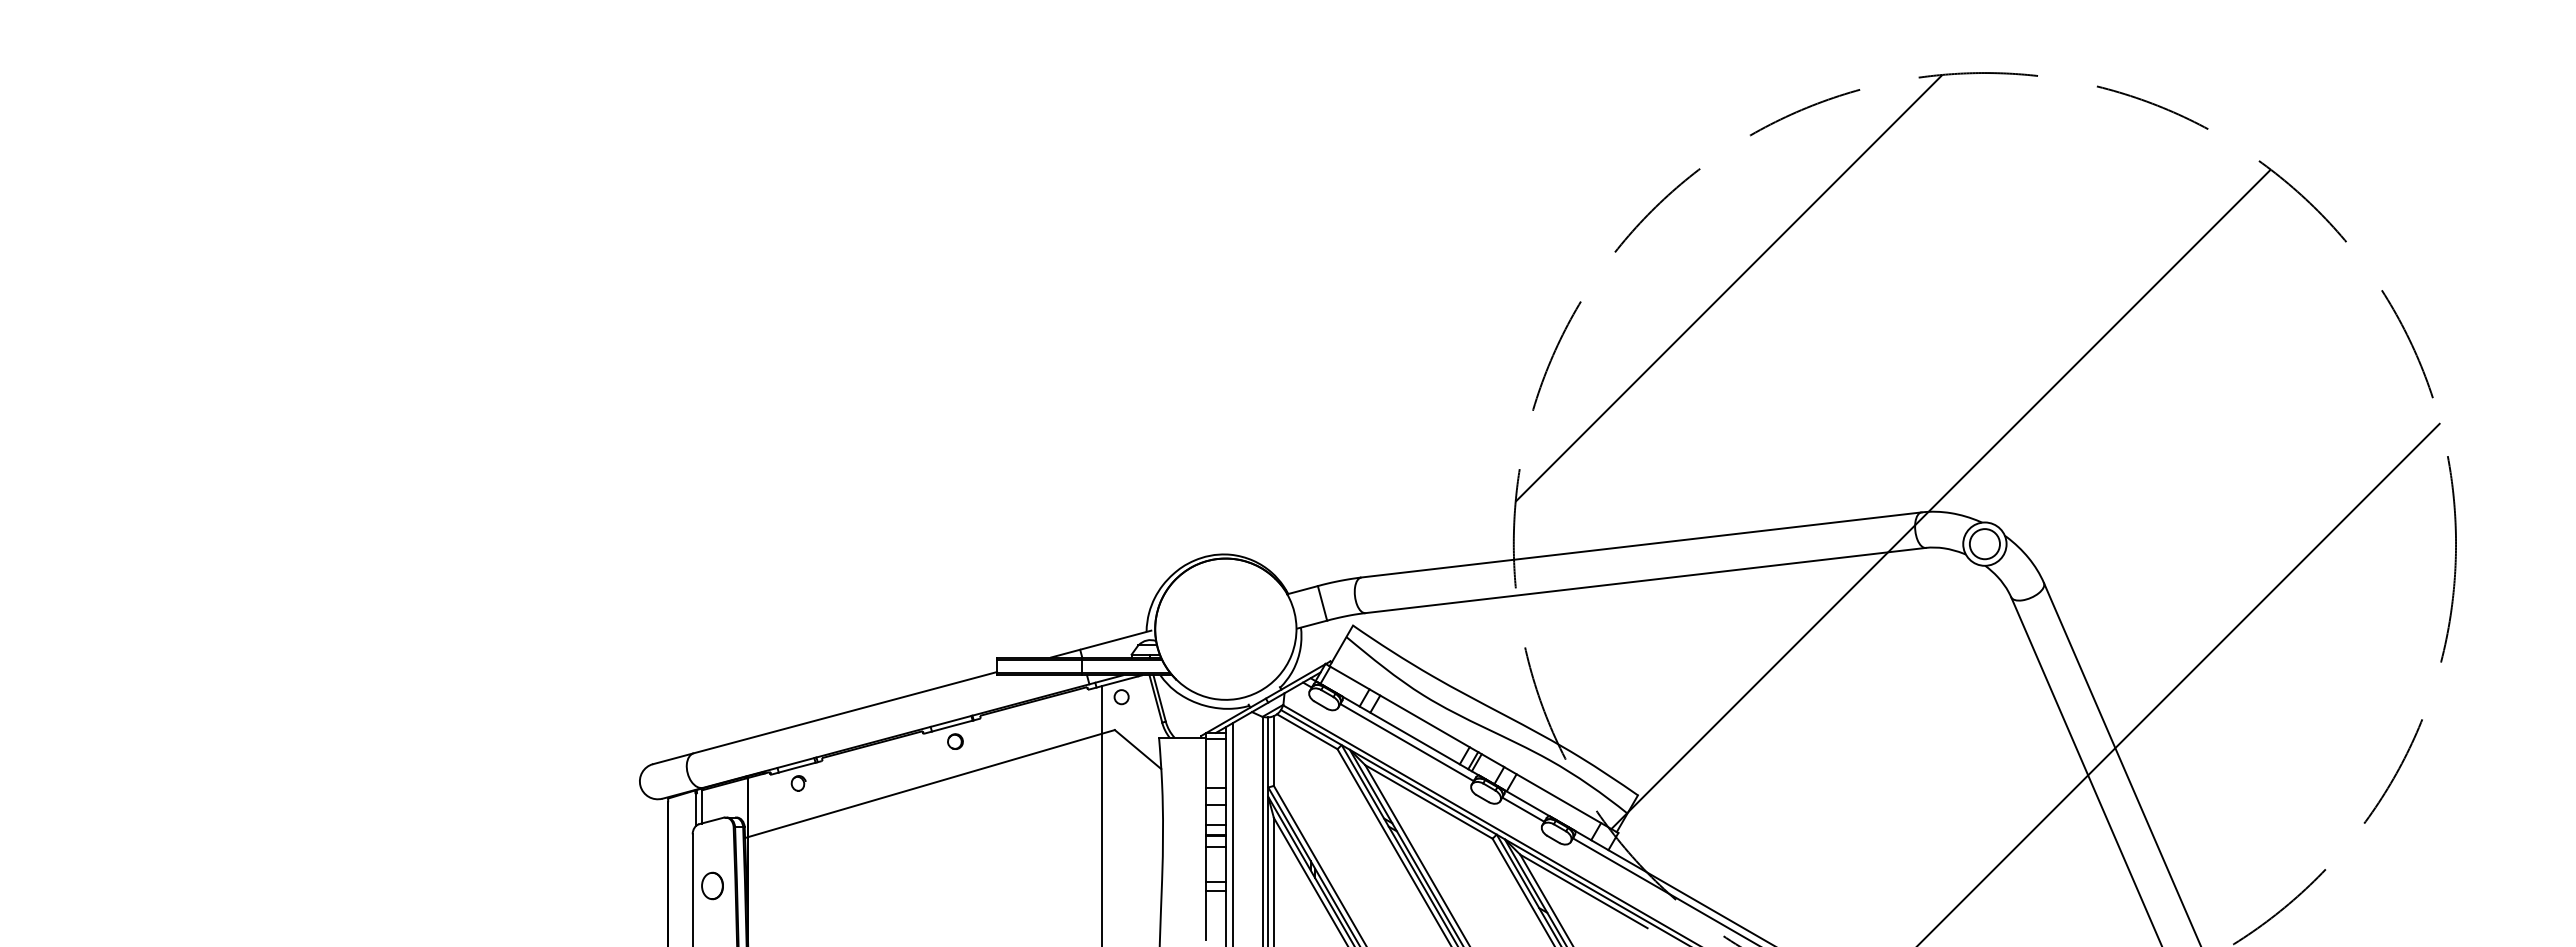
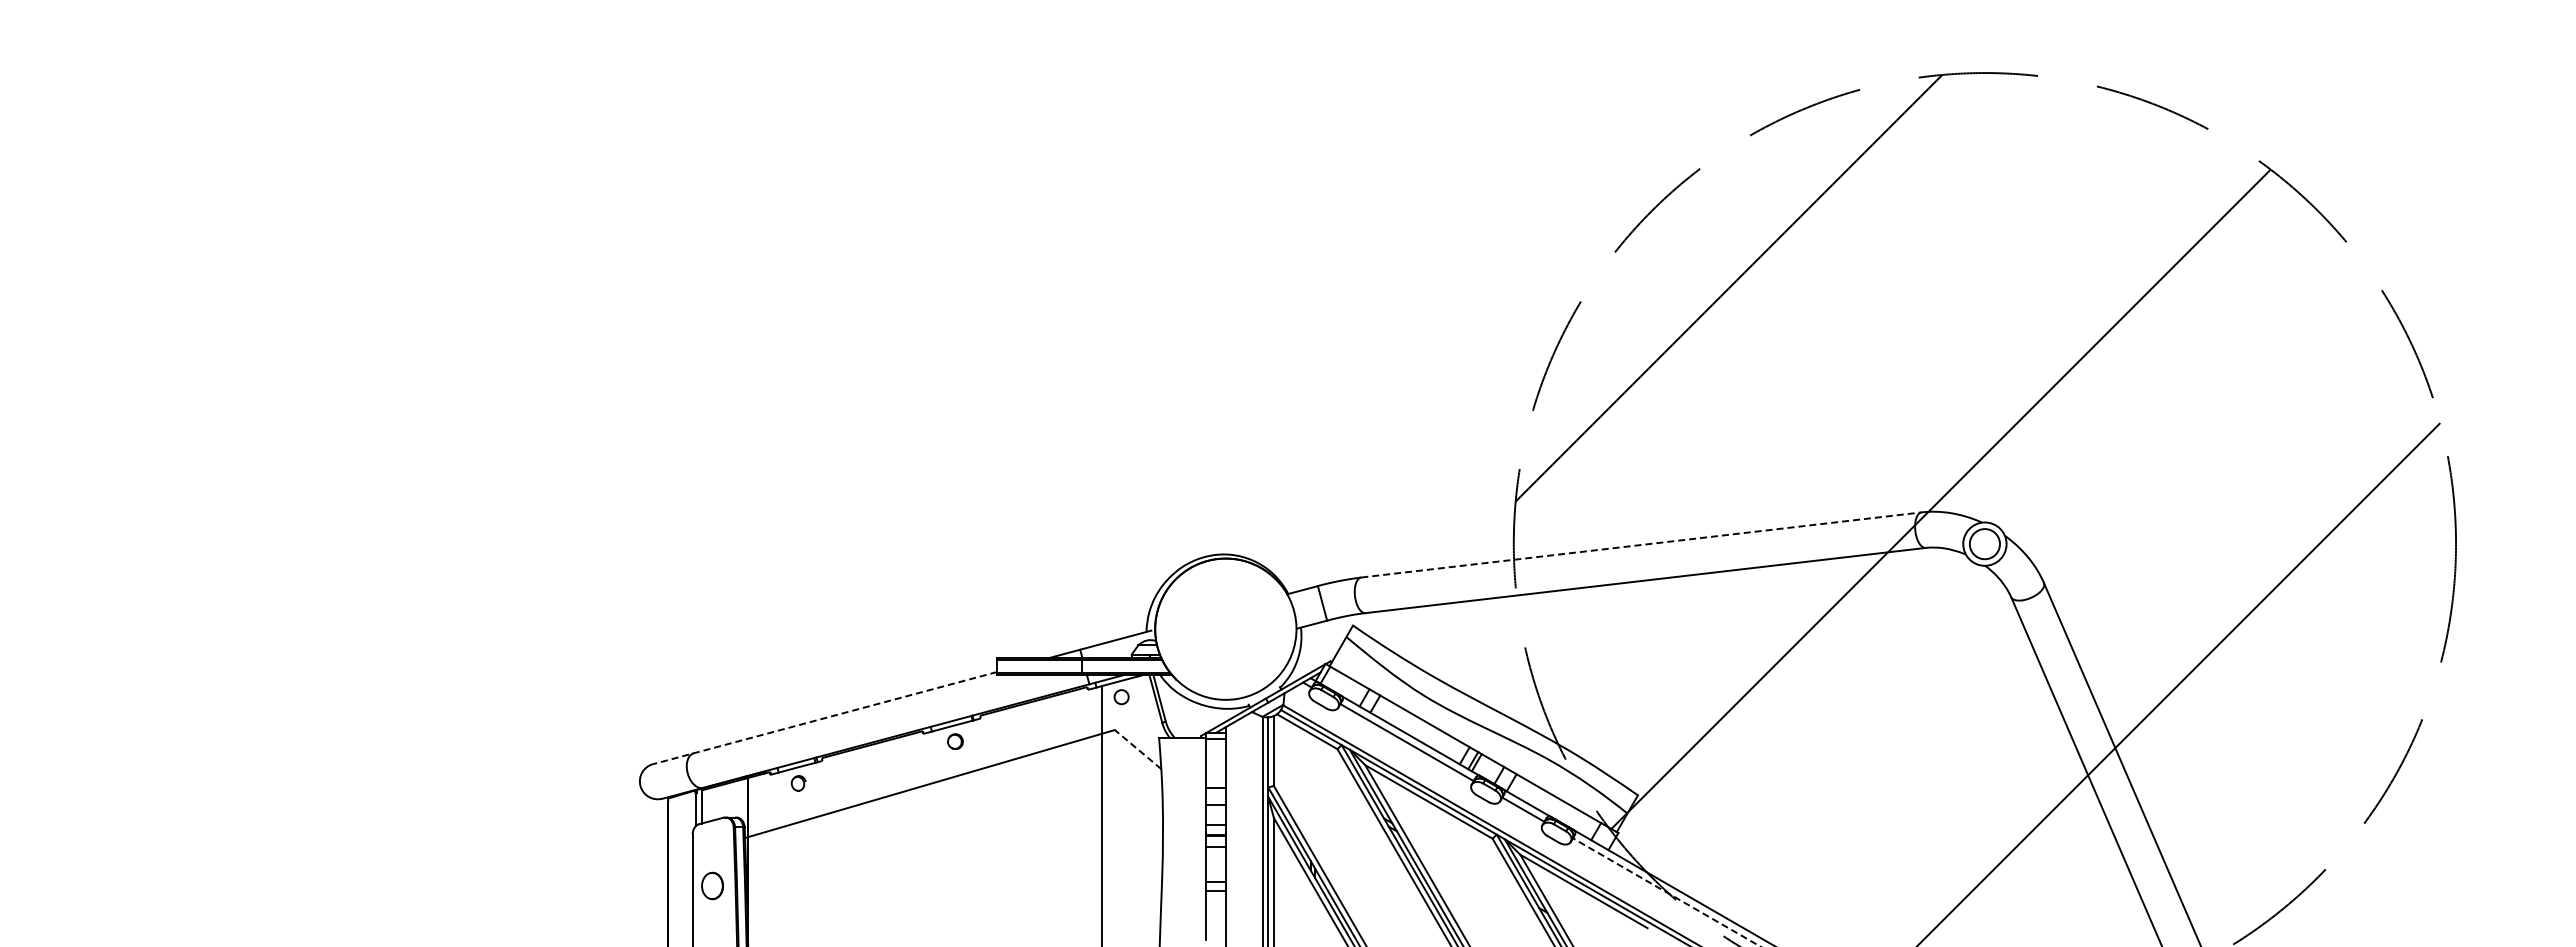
line at (1642, 544): solid -> dashed
line at (824, 718): solid -> dashed
line at (1137, 749): solid -> dashed
line at (1233, 832): present -> none
line at (1666, 892): solid -> dashed
